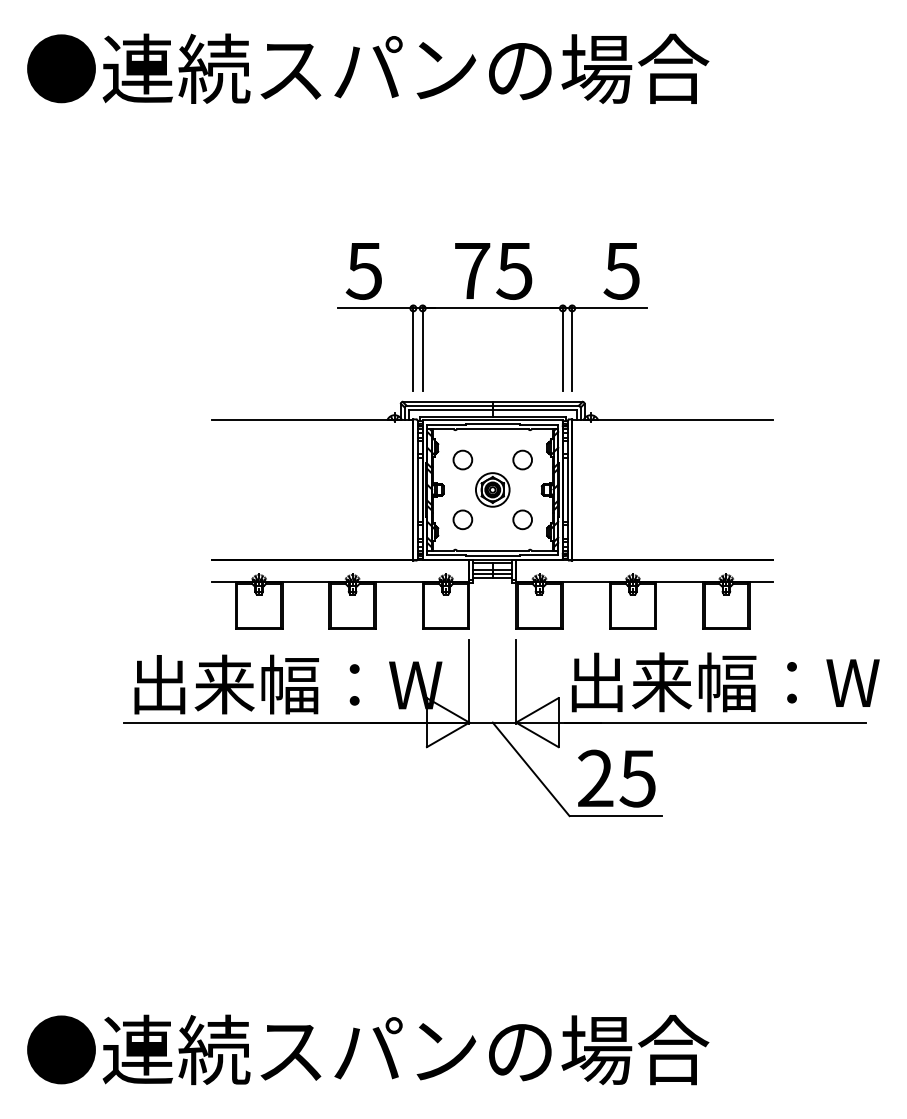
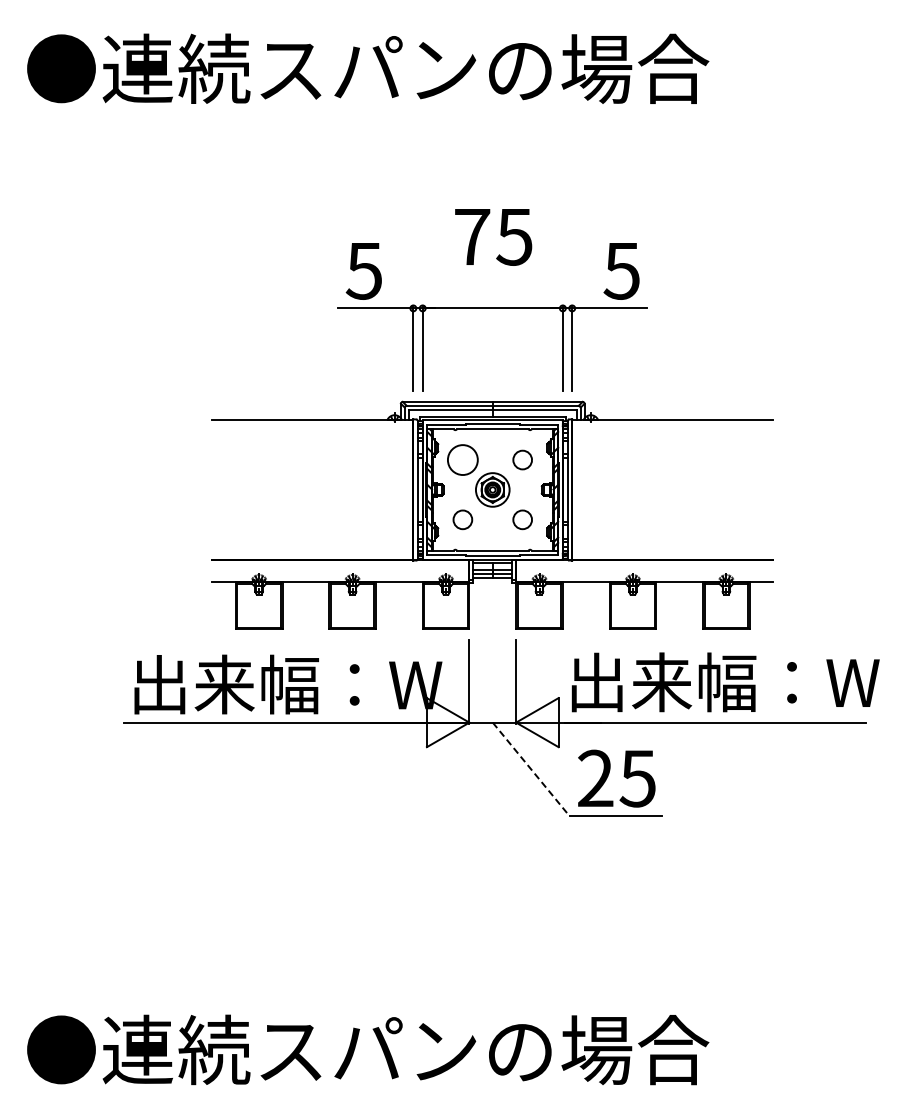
text at (493, 271) position: (493, 271) -> (493, 237)
circle at (462, 459) diameter: 19 px -> 30 px
line at (531, 769): solid -> dashed
